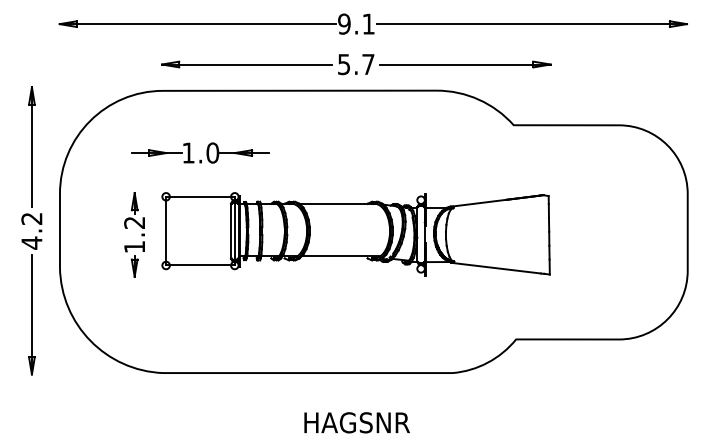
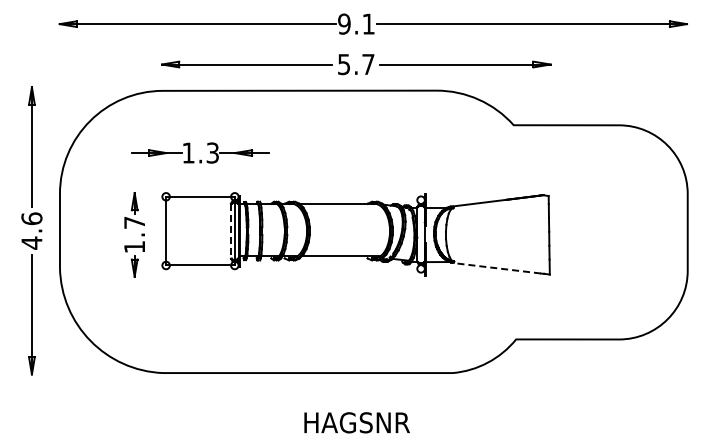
text at (212, 152): 1.0 -> 1.3
text at (31, 218): 4.2 -> 4.6
text at (134, 222): 1.2 -> 1.7
line at (230, 231): solid -> dashed
line at (495, 268): solid -> dashed
